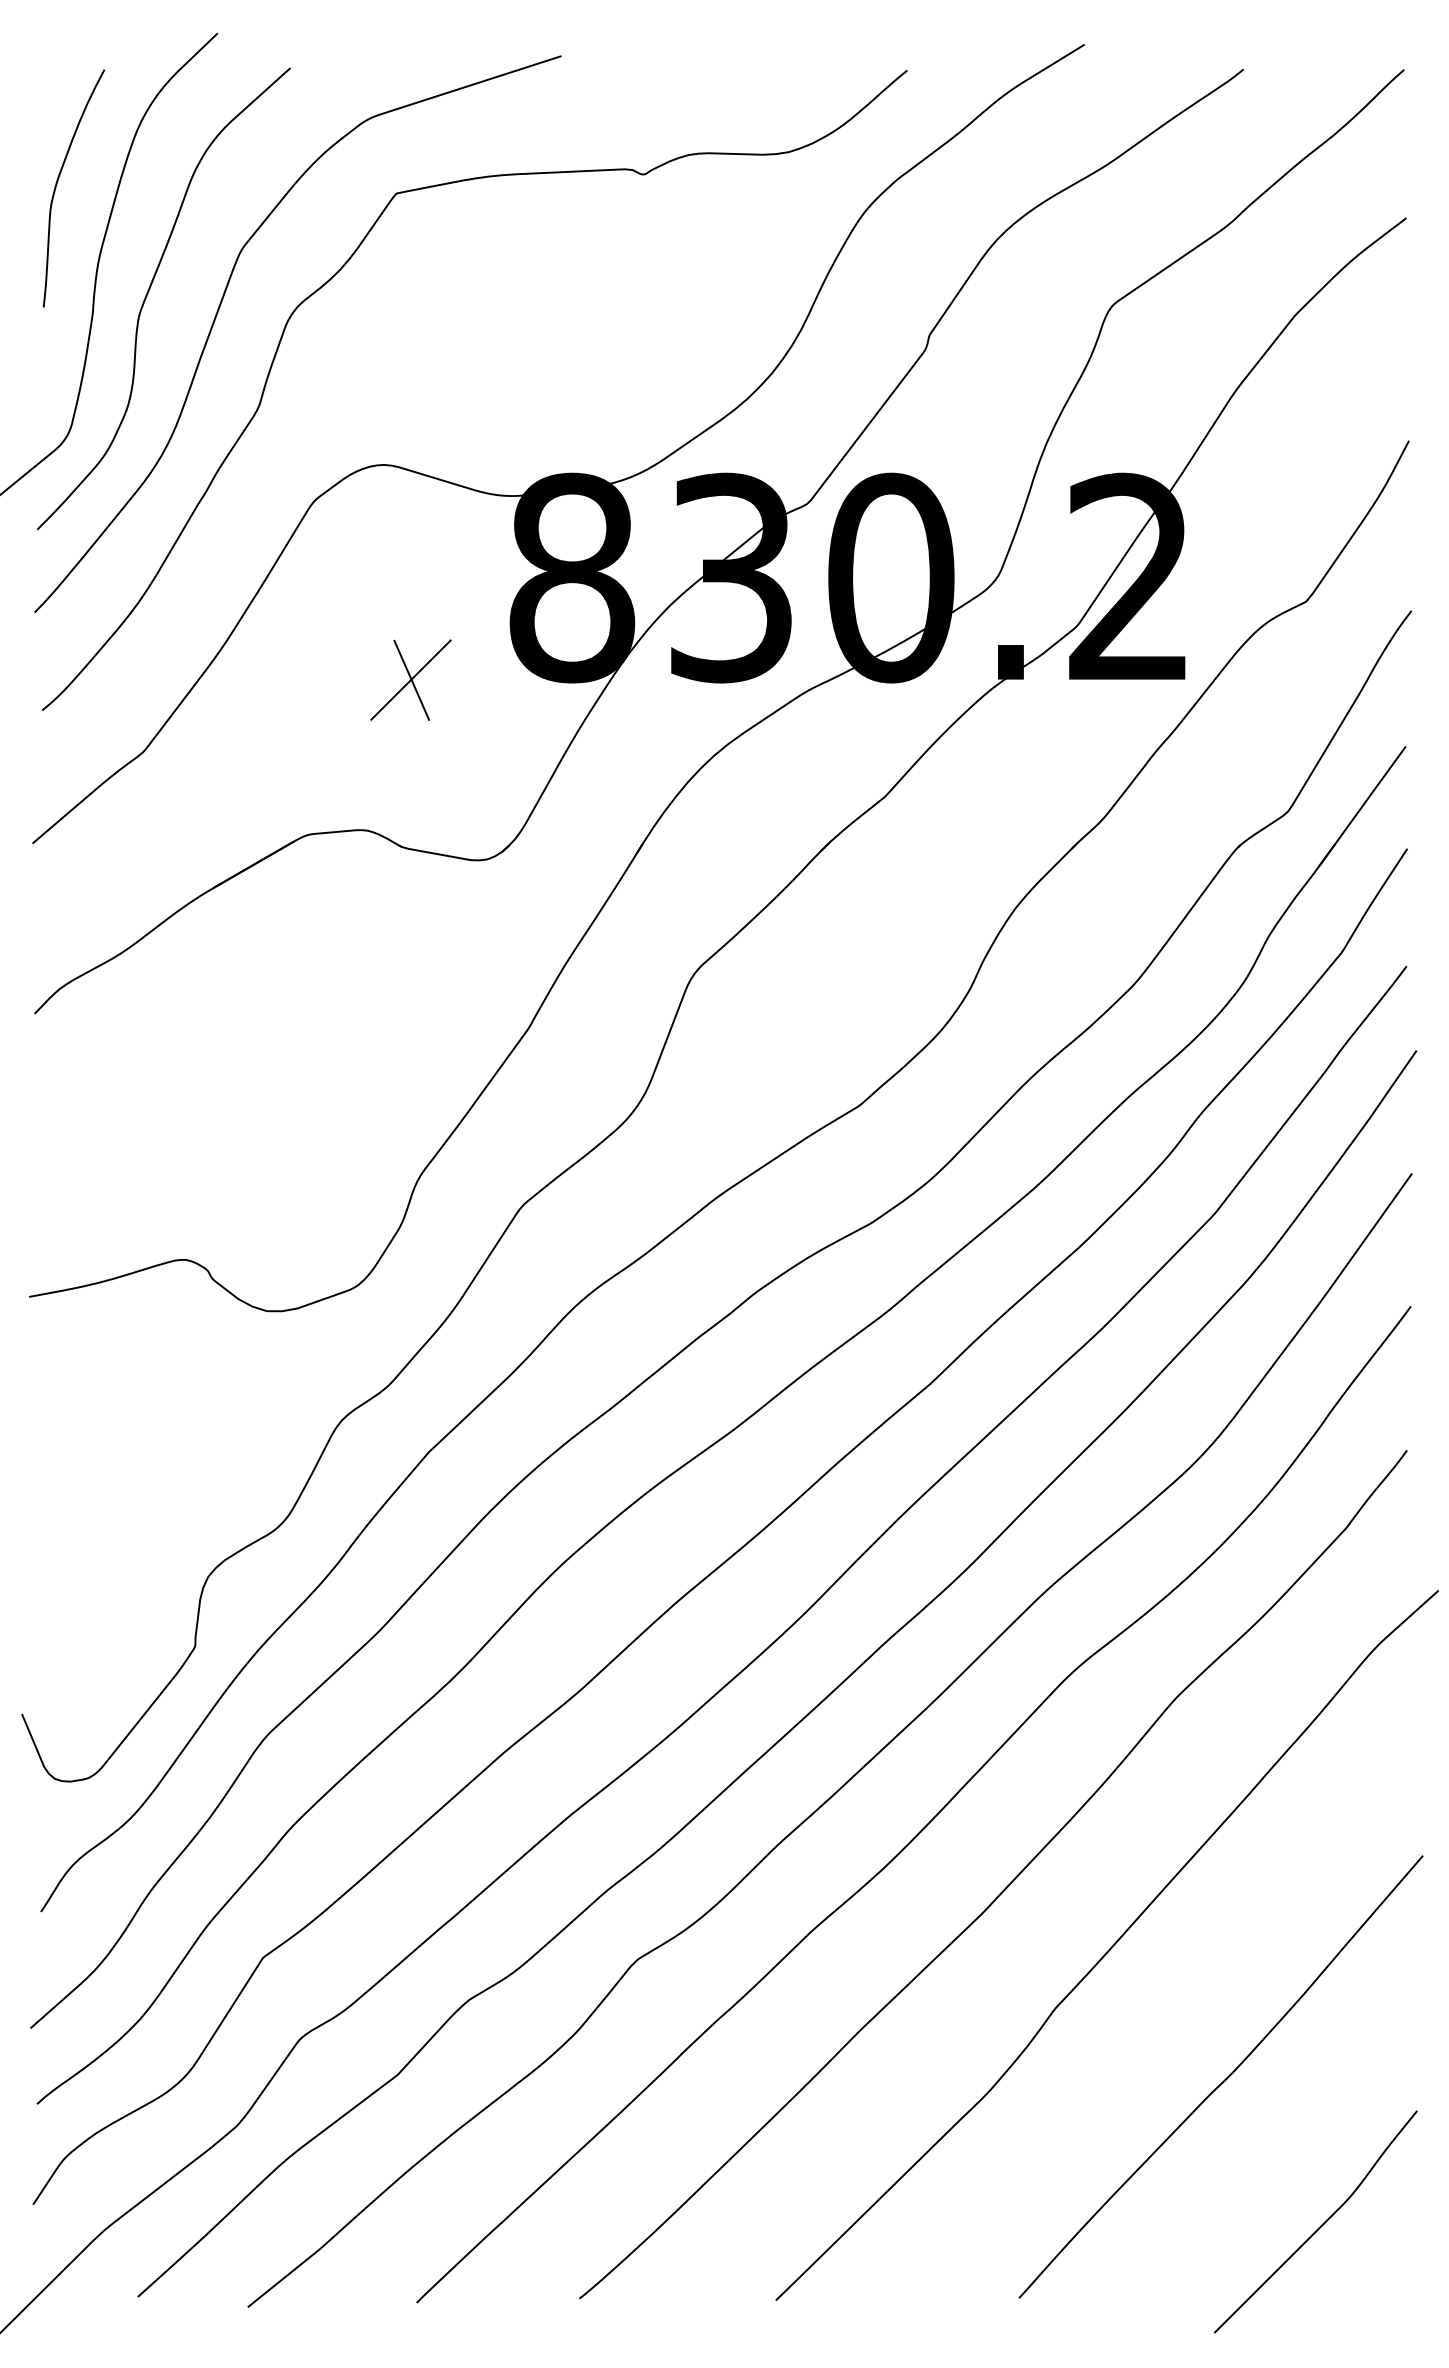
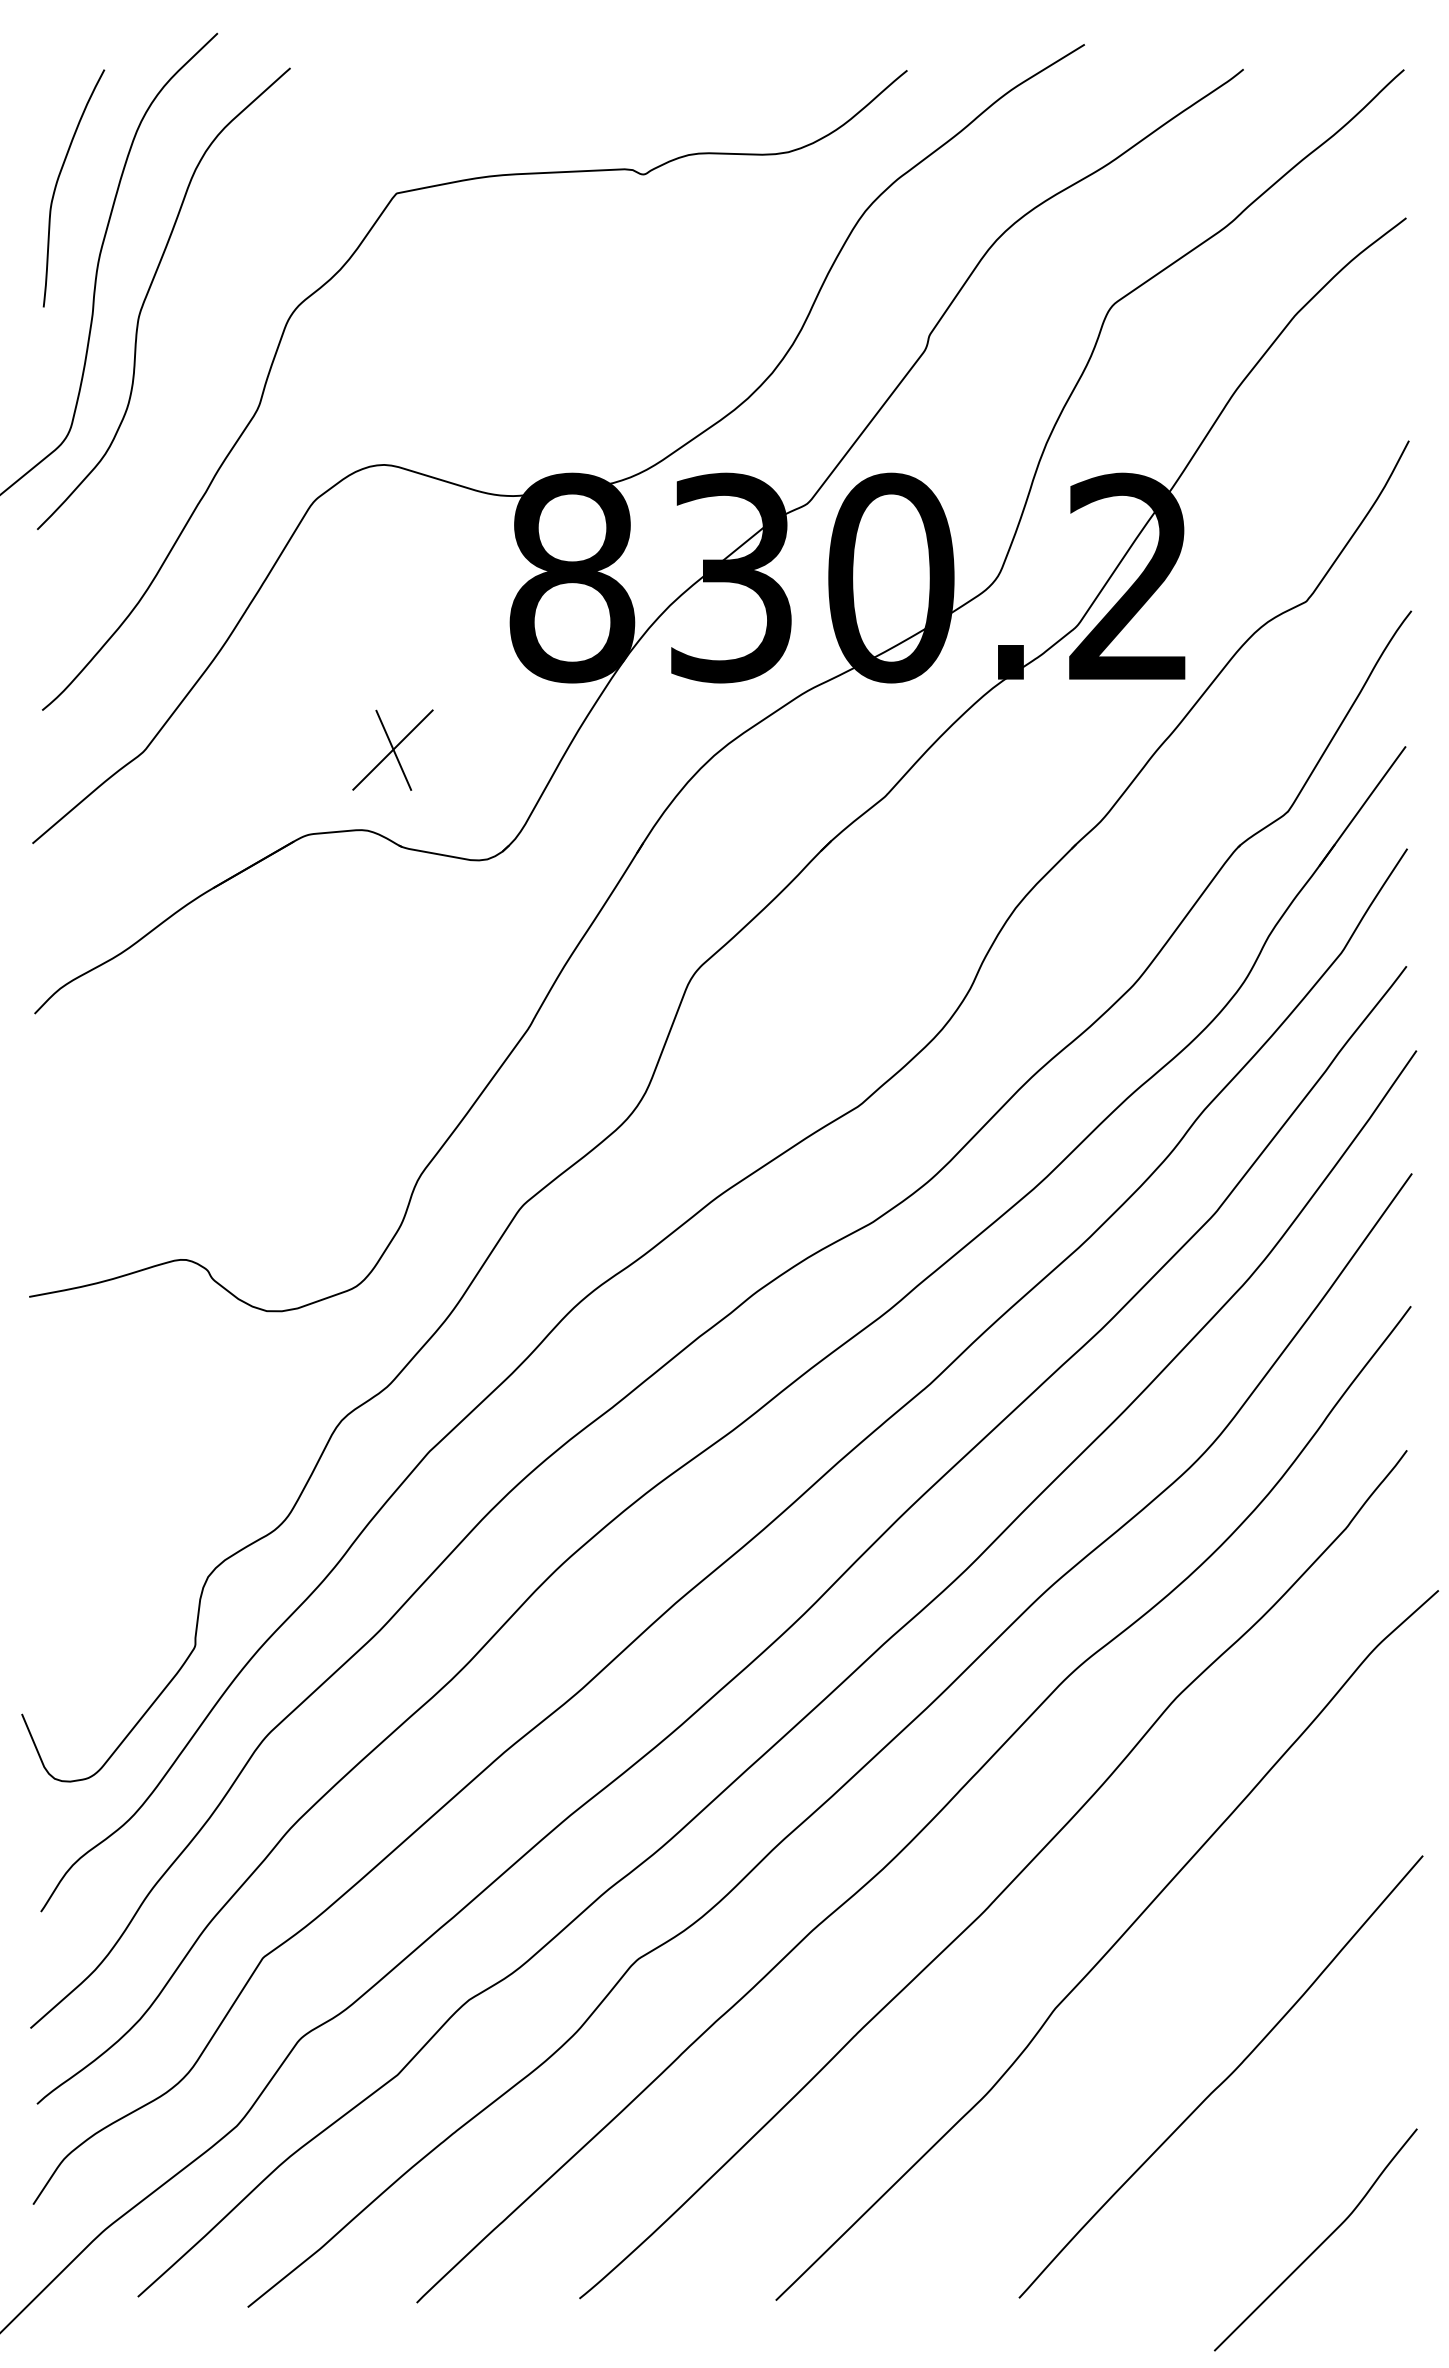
curve at (220, 307): present -> none
part at (410, 679) position: (410, 679) -> (392, 749)
curve at (1320, 2225) position: (1320, 2225) -> (1320, 2243)
